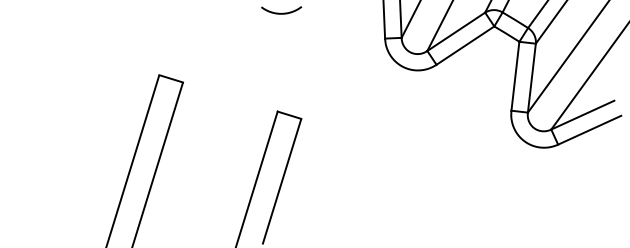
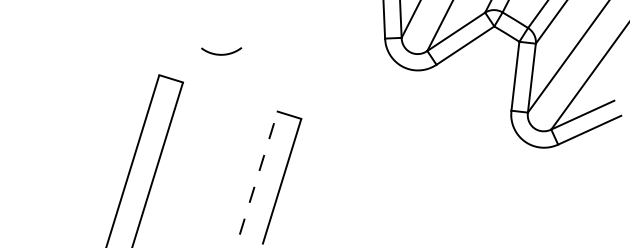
curve at (282, 12) position: (282, 12) -> (222, 53)
line at (256, 179): solid -> dashed
